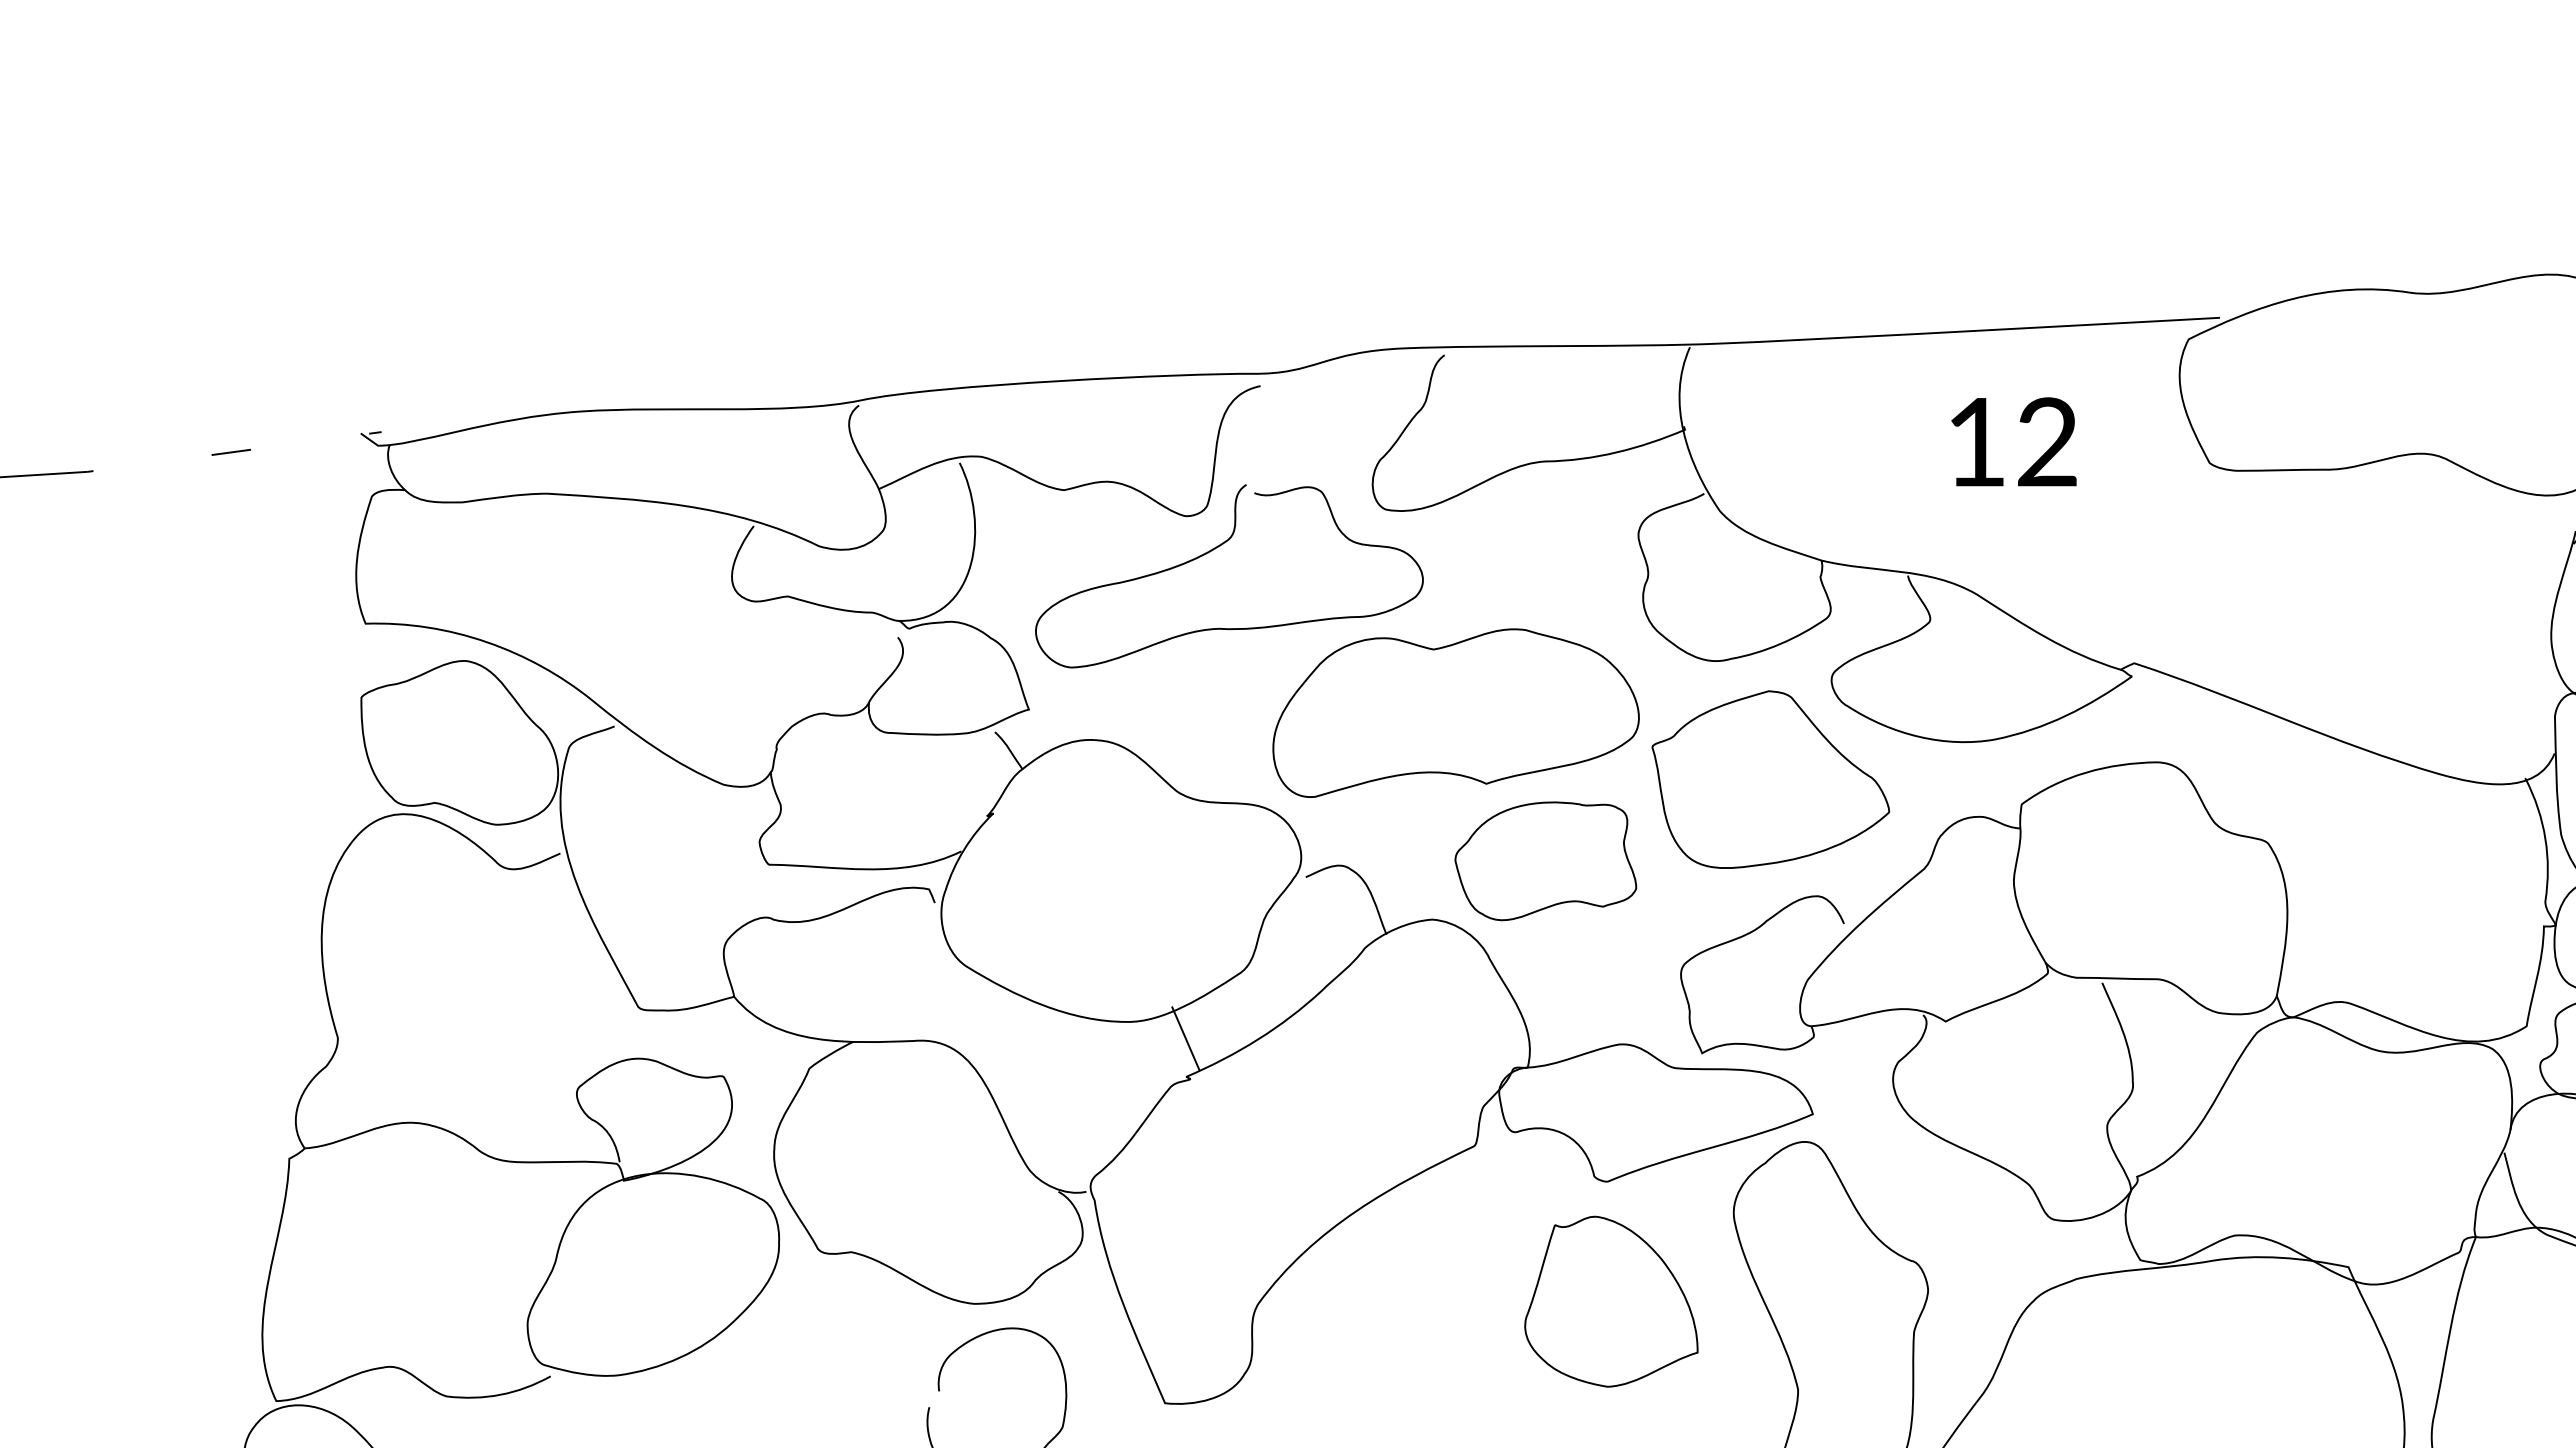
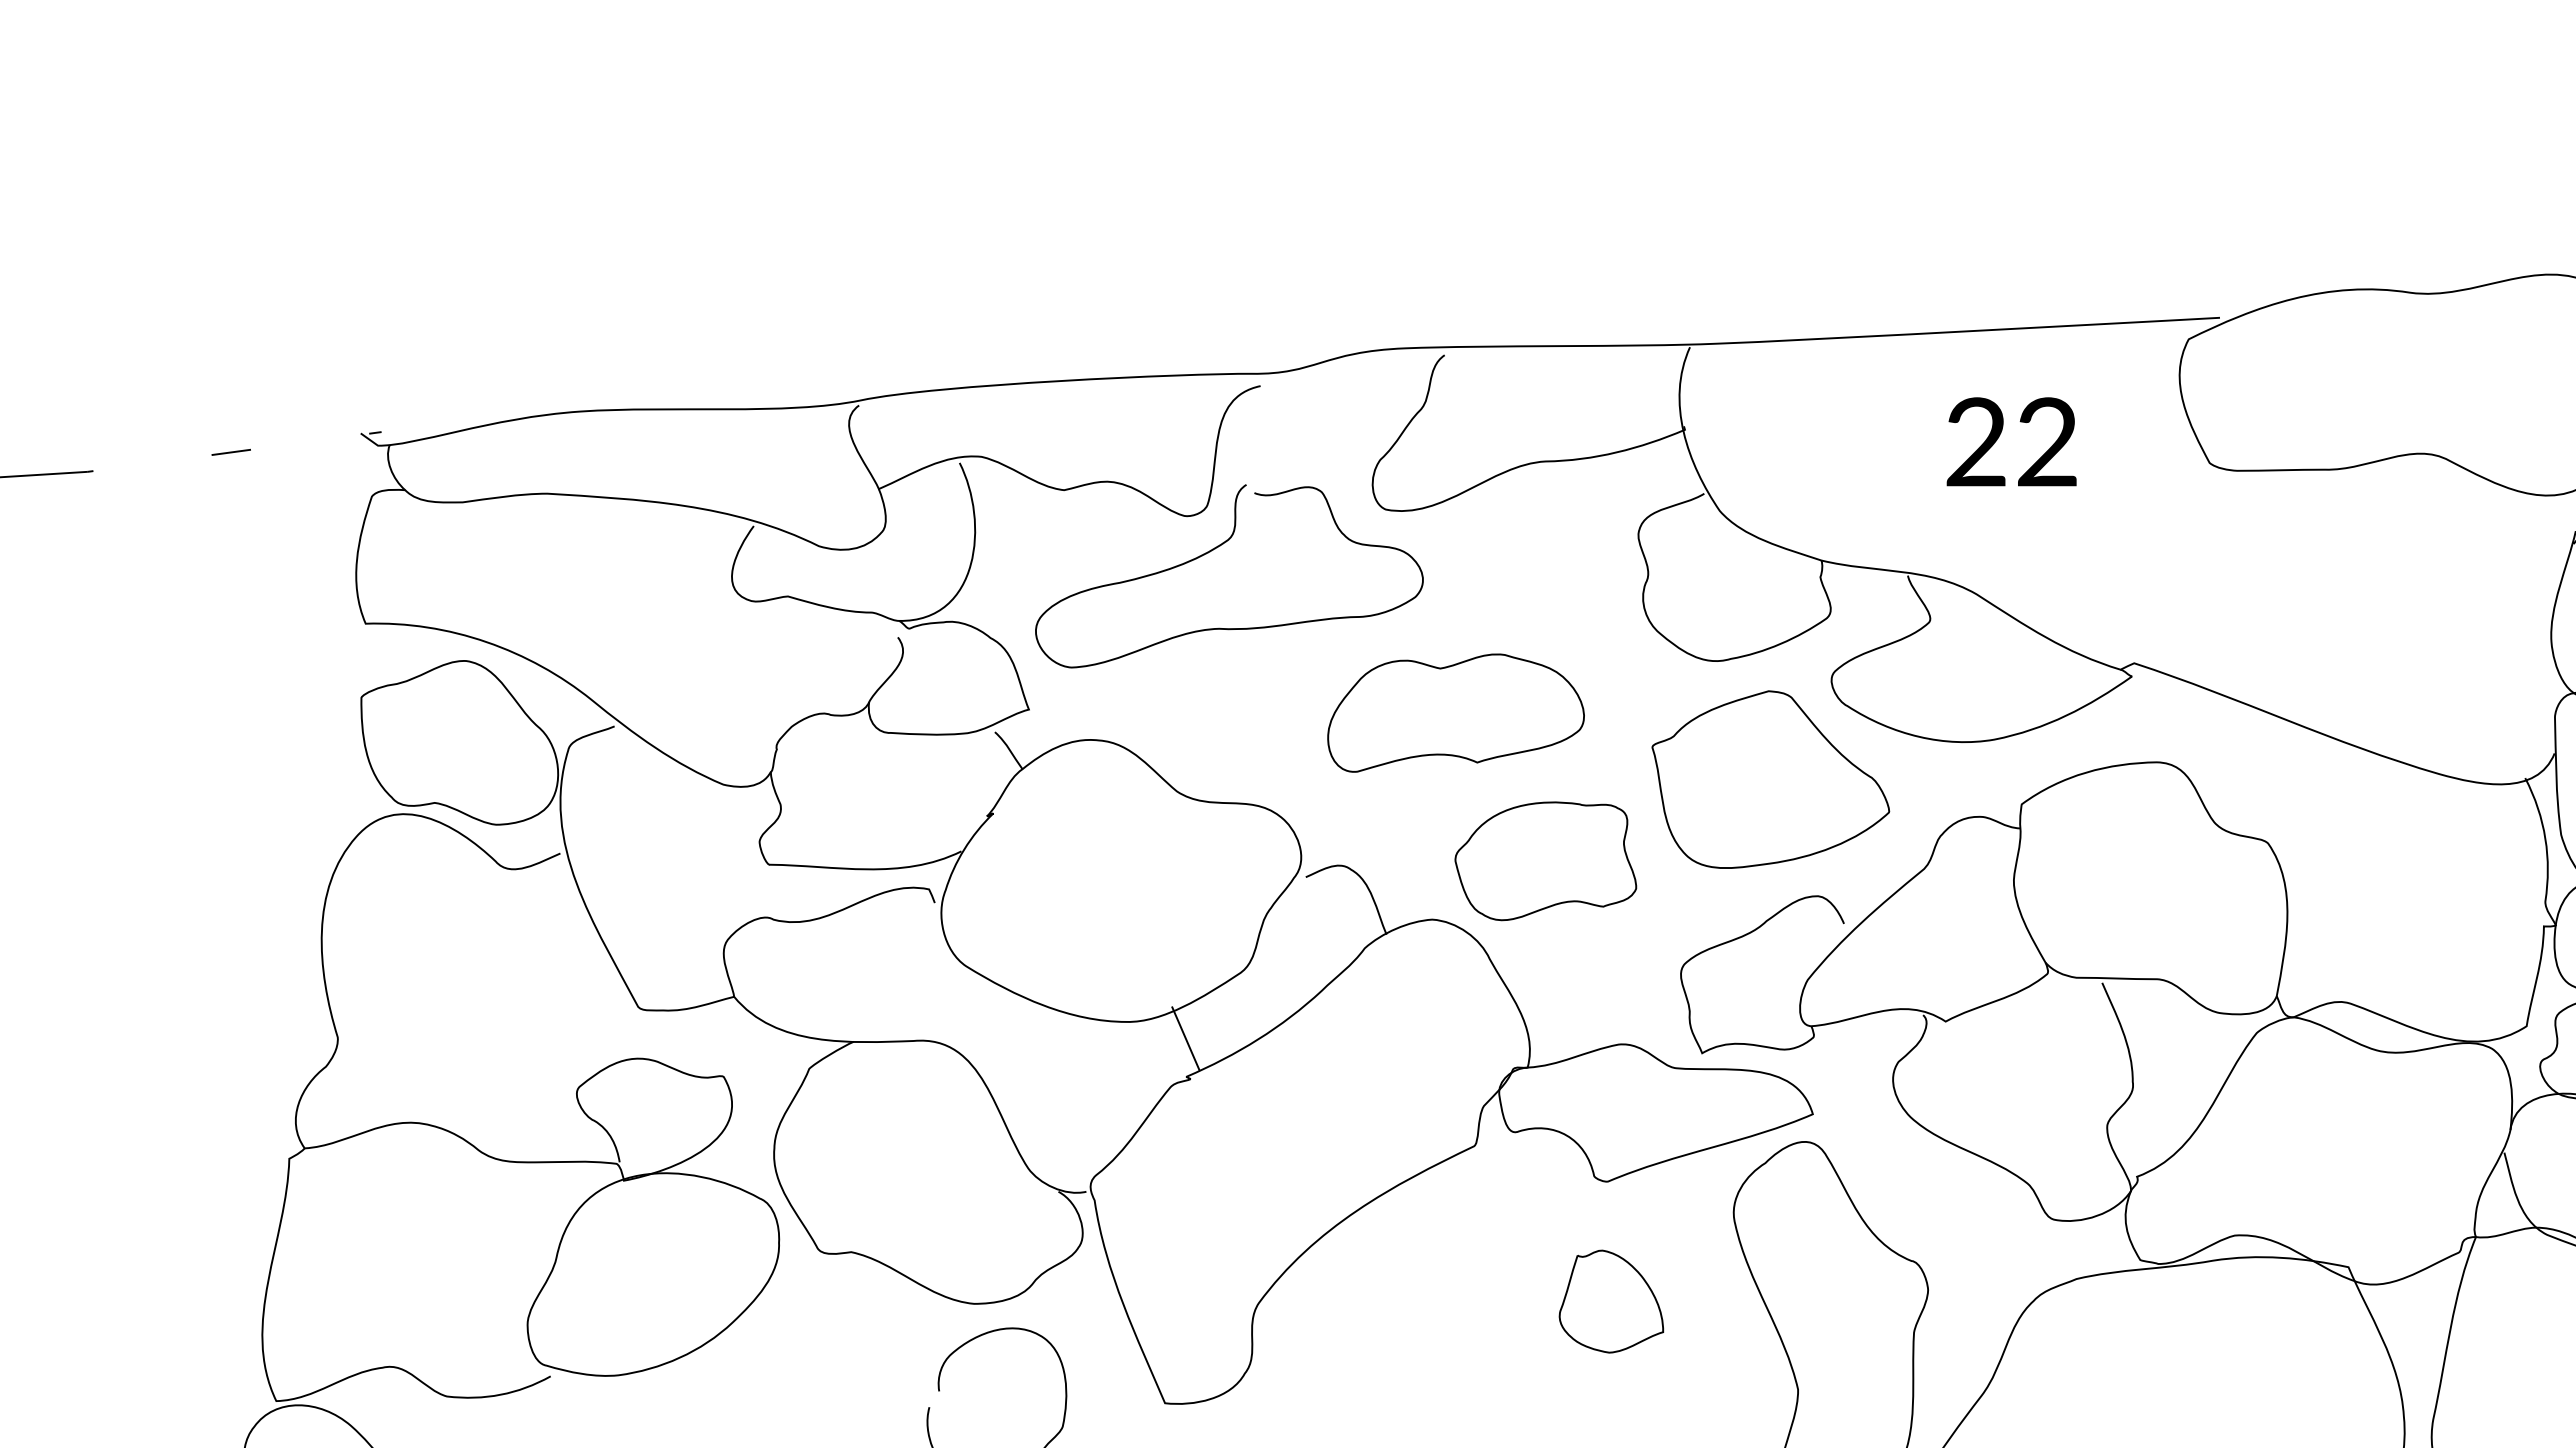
text at (1975, 441): 12 -> 22
part at (1455, 712) size: 368x170 px -> 258x120 px
part at (1611, 1301) size: 175x173 px -> 107x105 px
